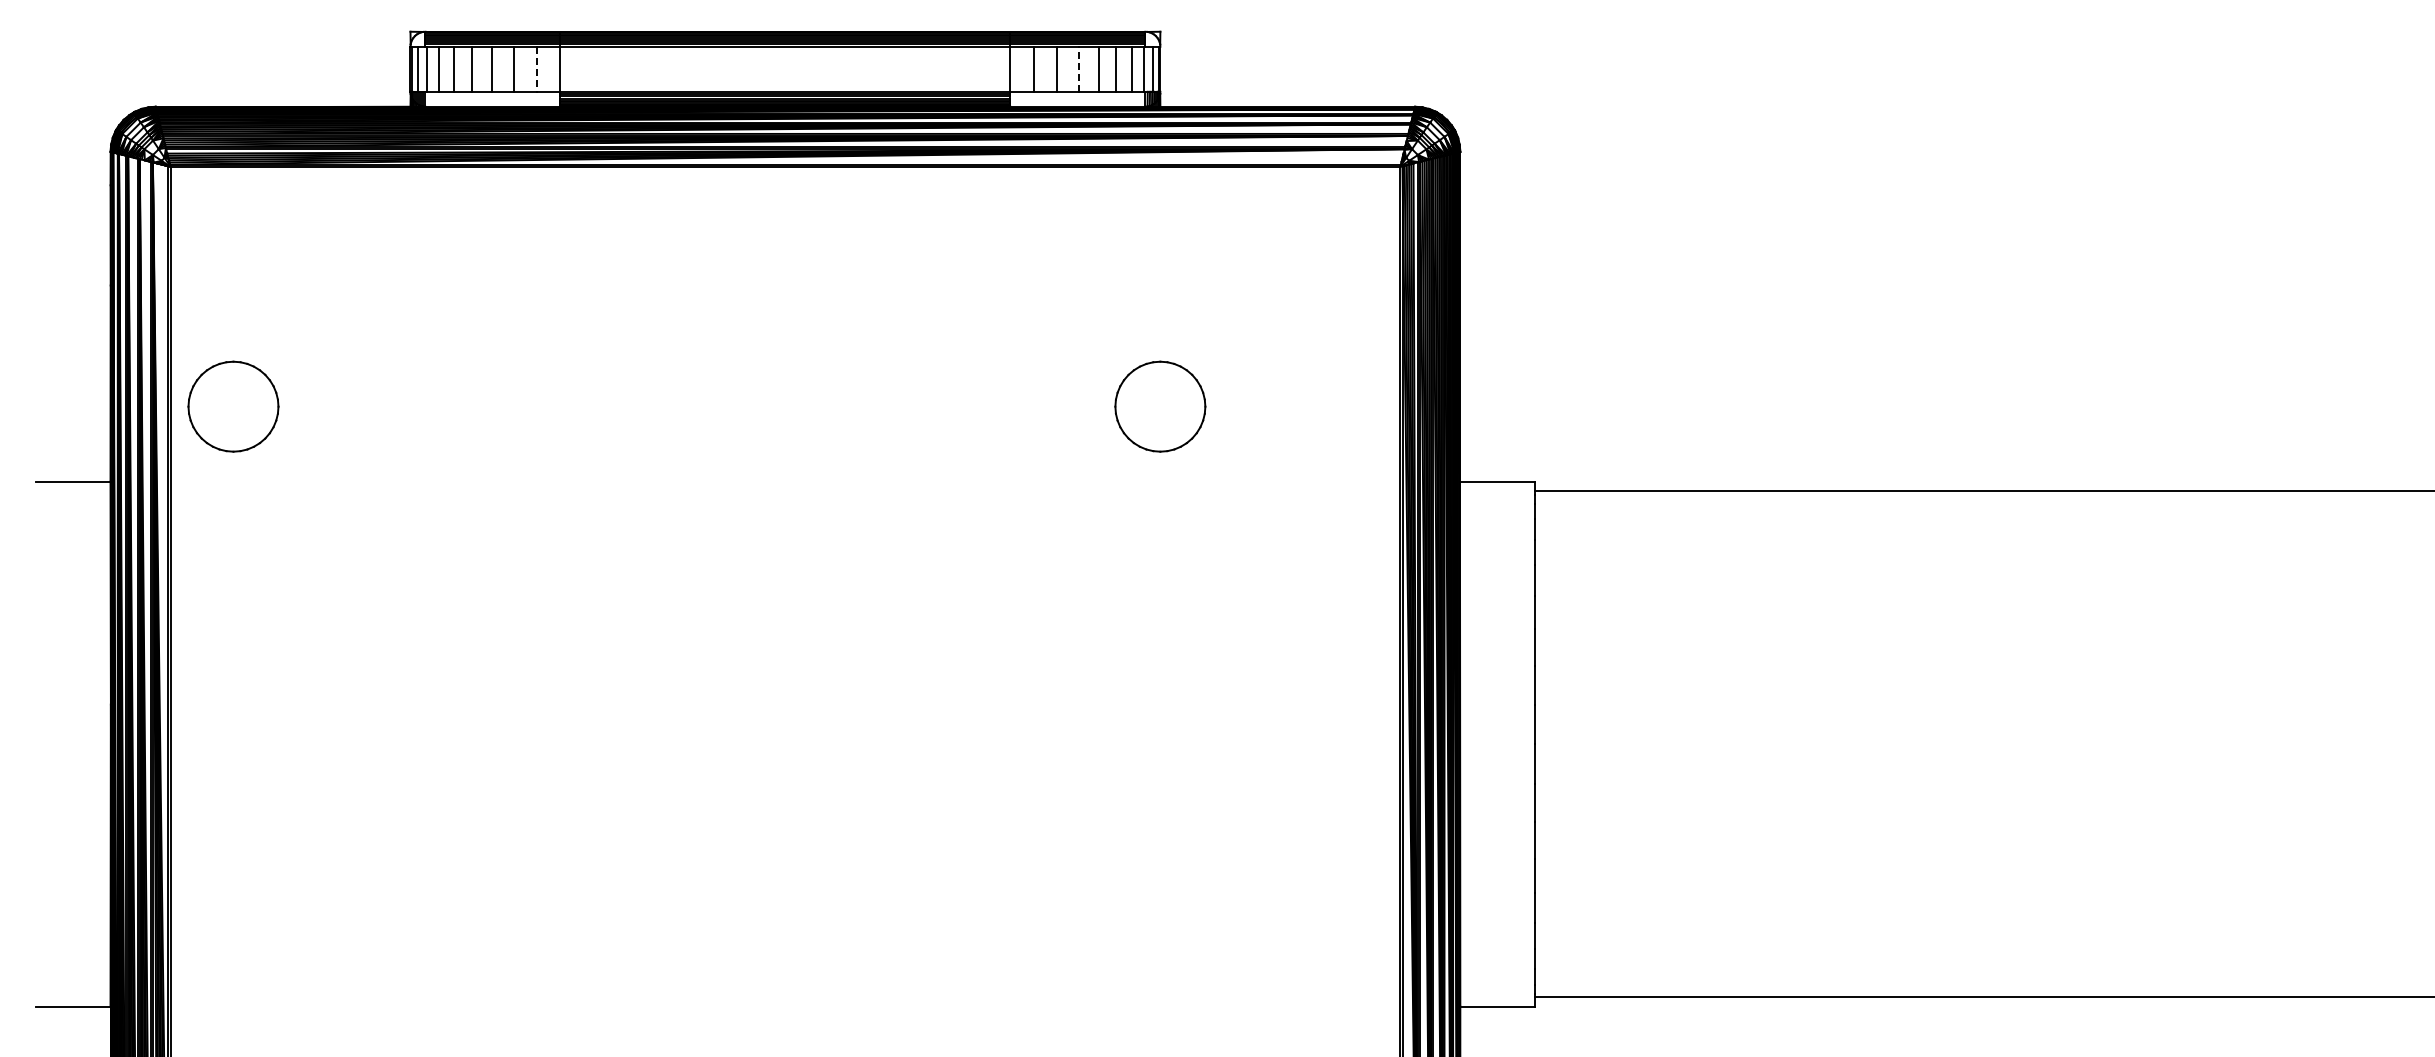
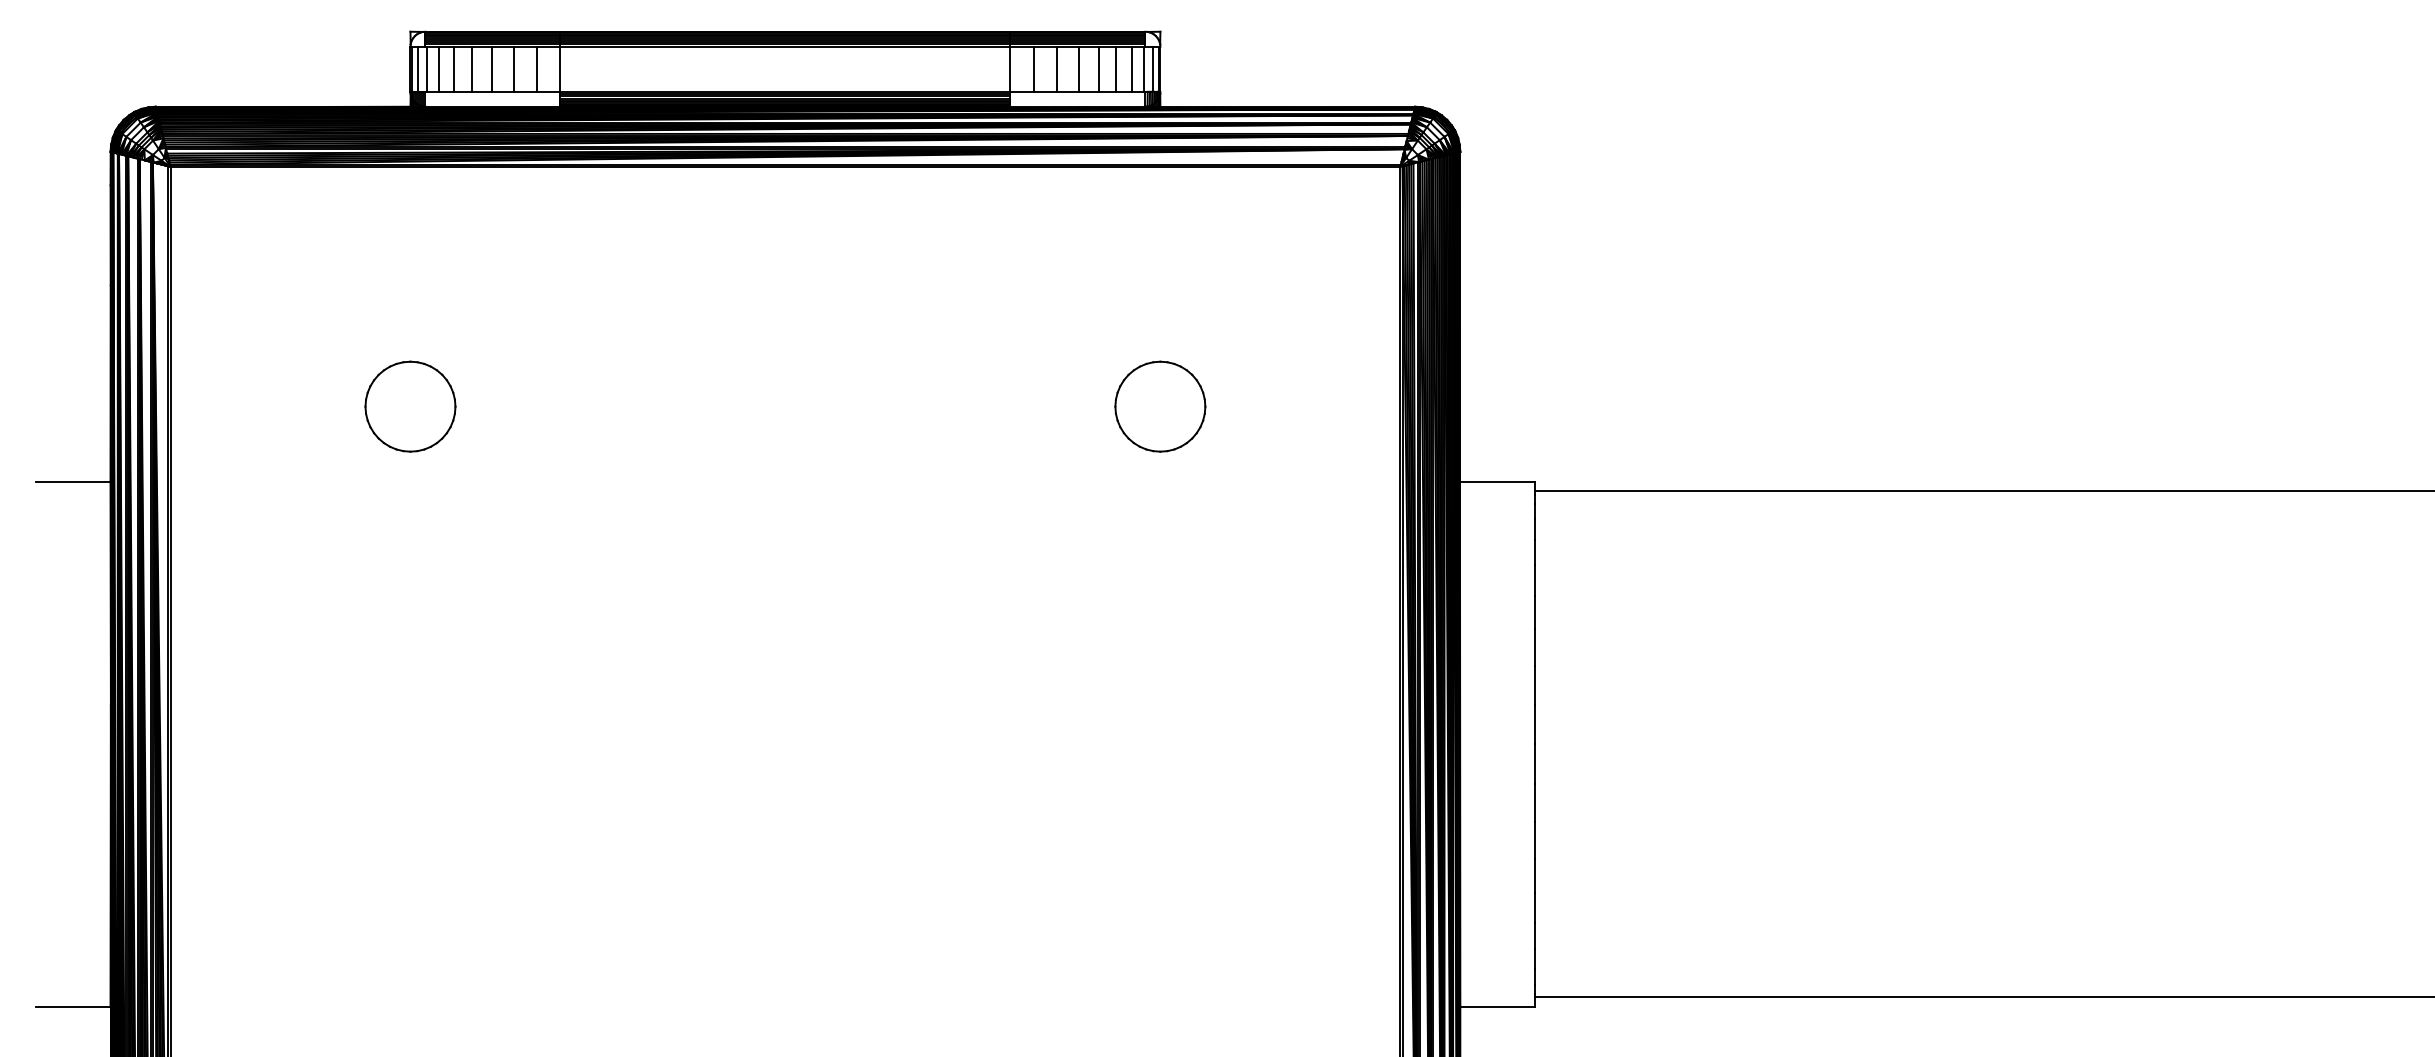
line at (1078, 68): dashed -> solid
line at (537, 69): dashed -> solid
part at (233, 406) position: (233, 406) -> (410, 406)
